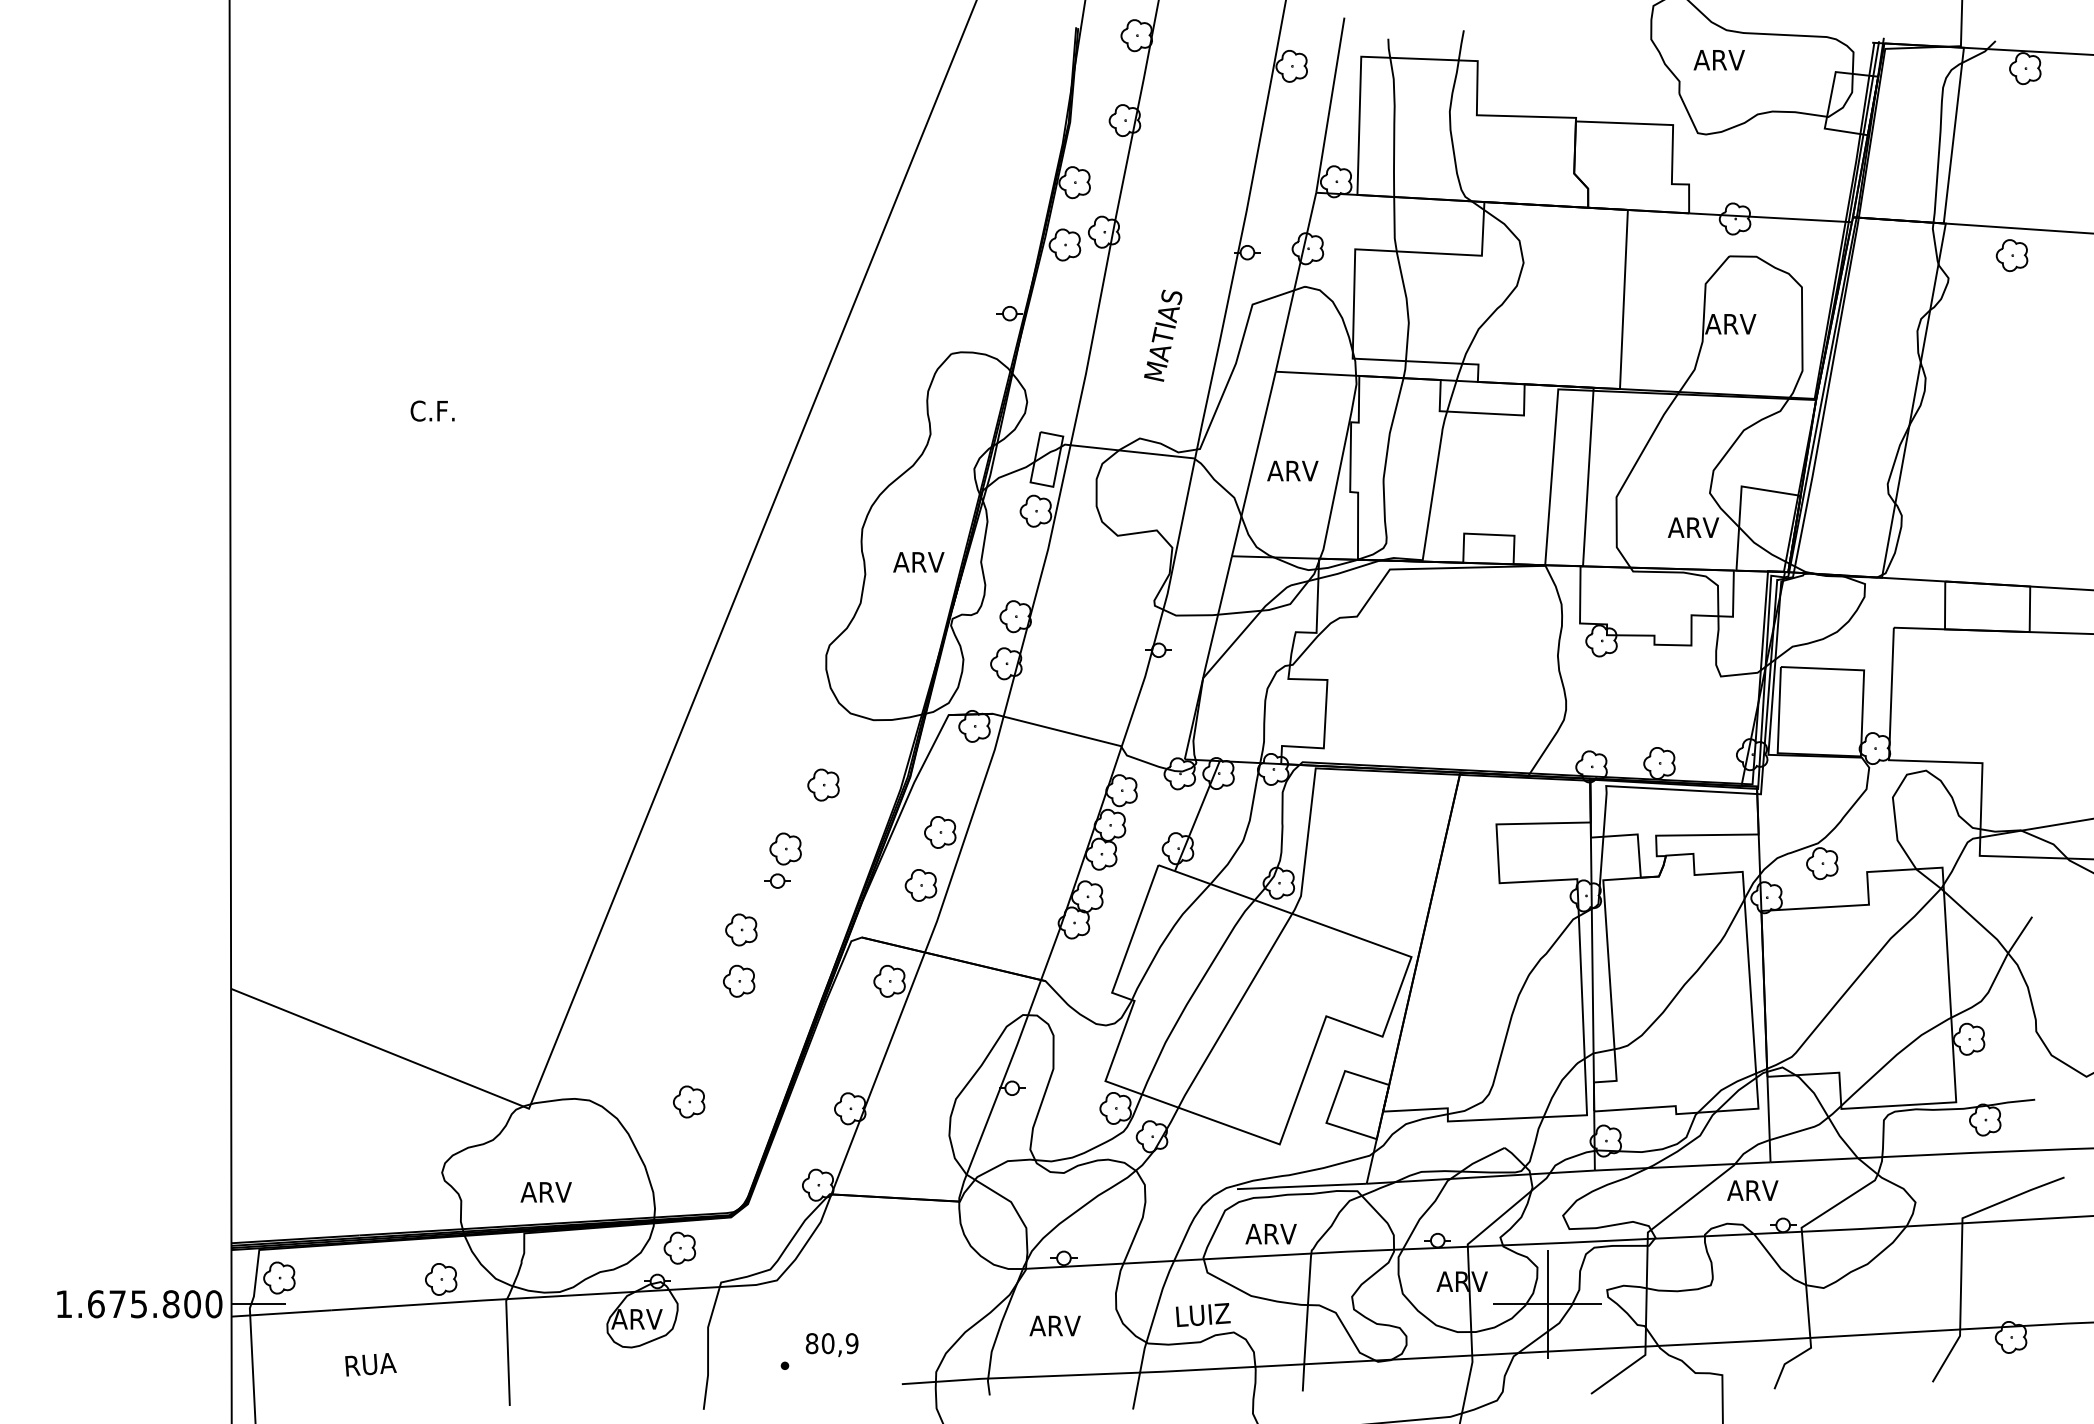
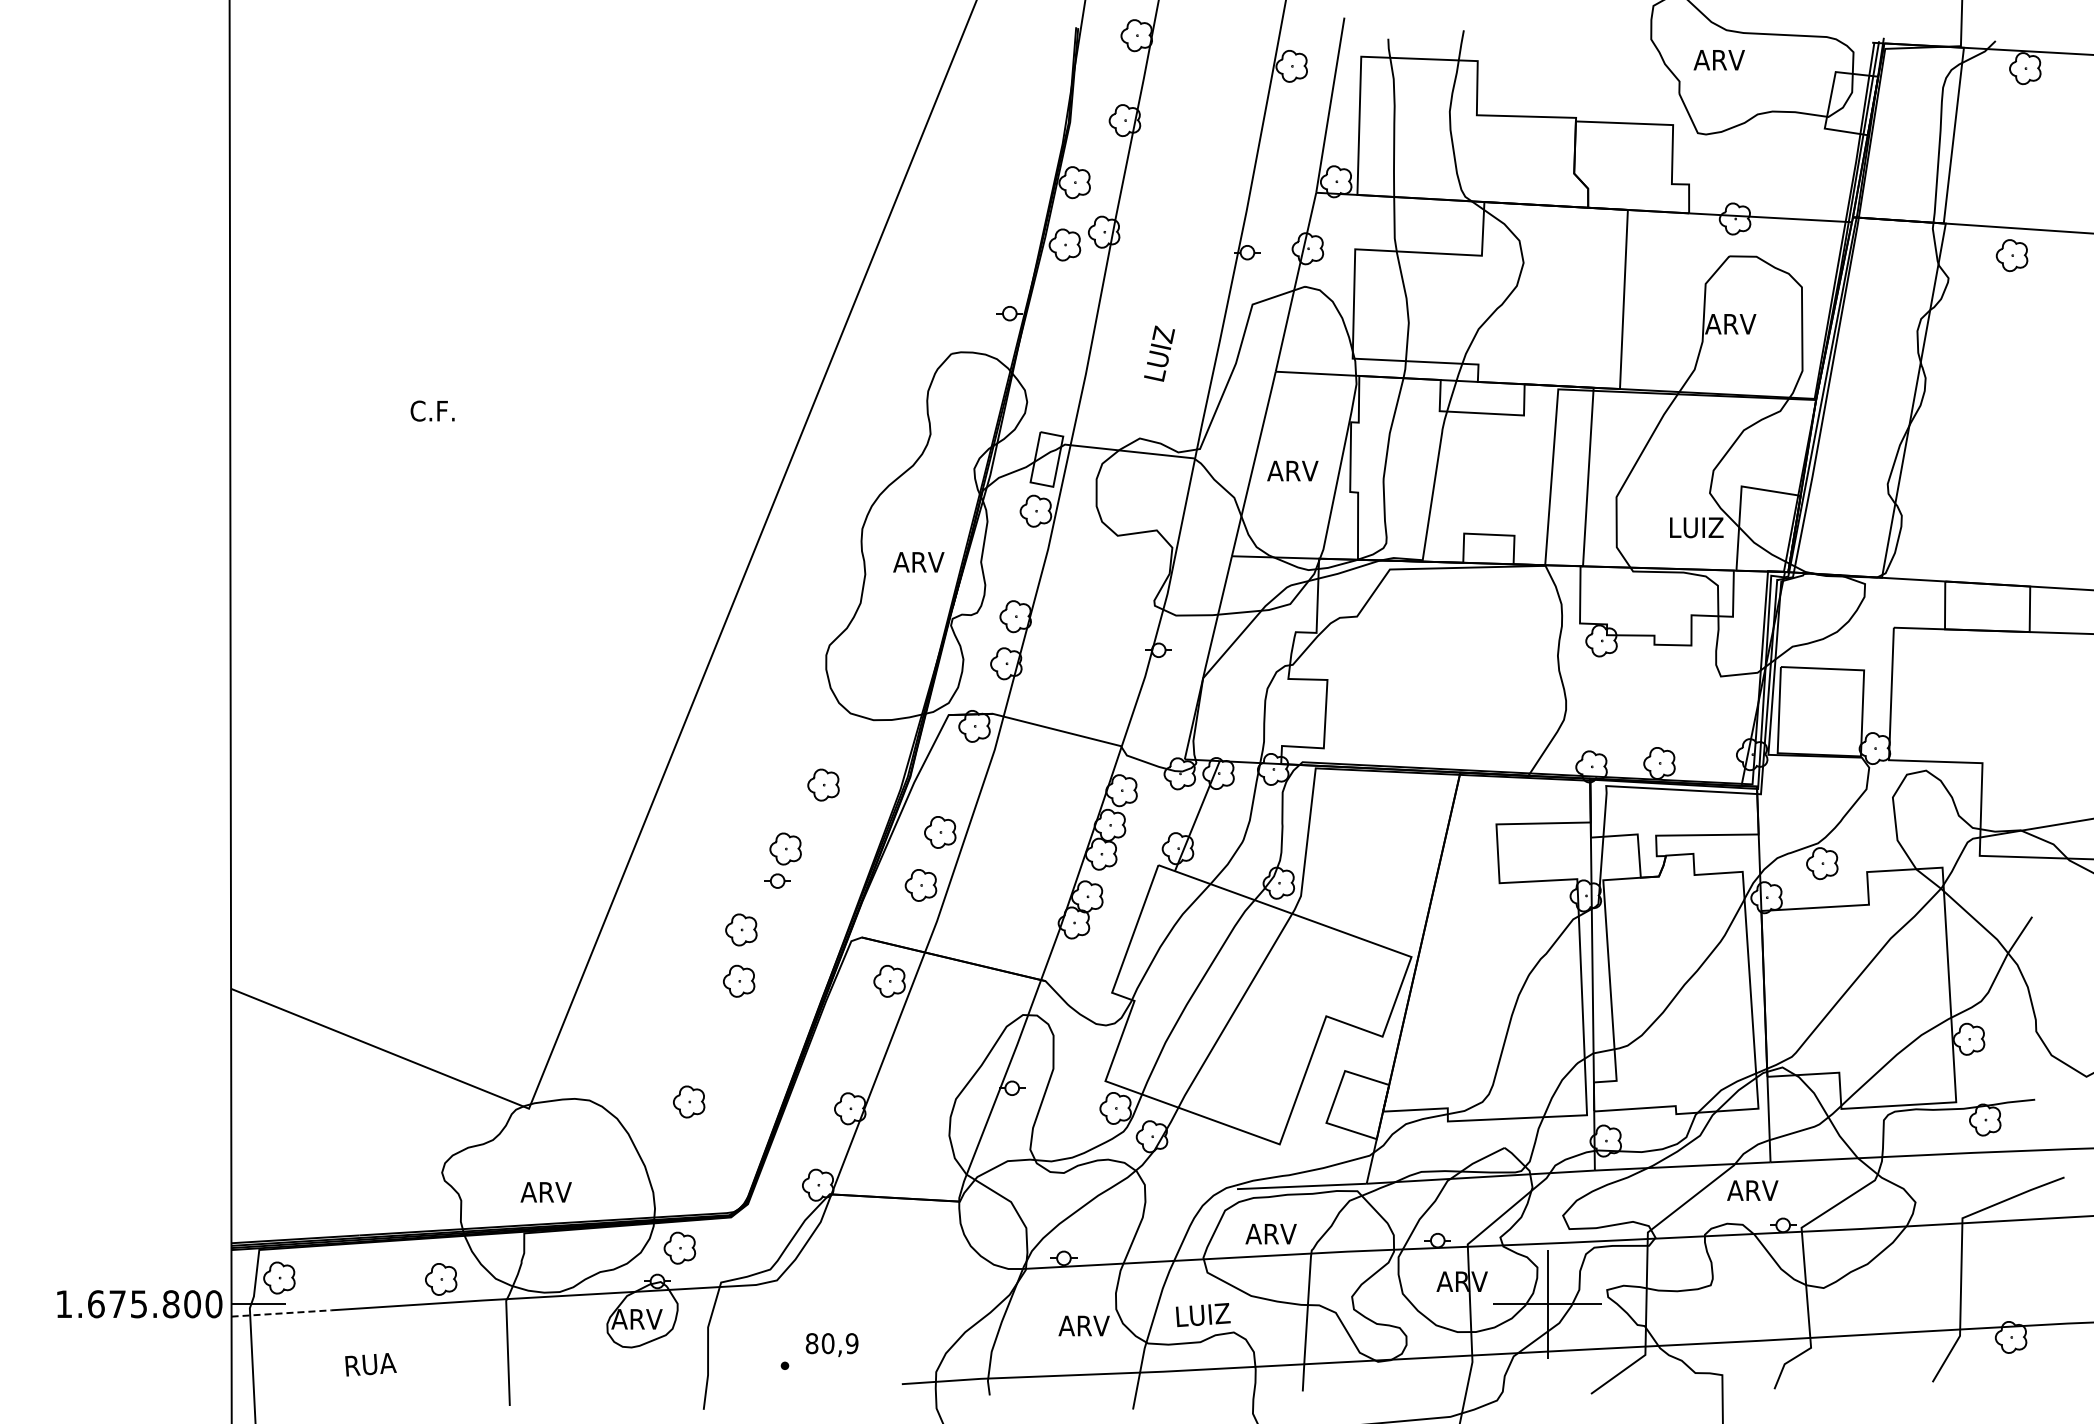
text at (1163, 334): MATIAS -> LUIZ
text at (1695, 527): ARV -> LUIZ
line at (282, 1313): solid -> dashed
text at (1054, 1325) position: (1054, 1325) -> (1083, 1325)
